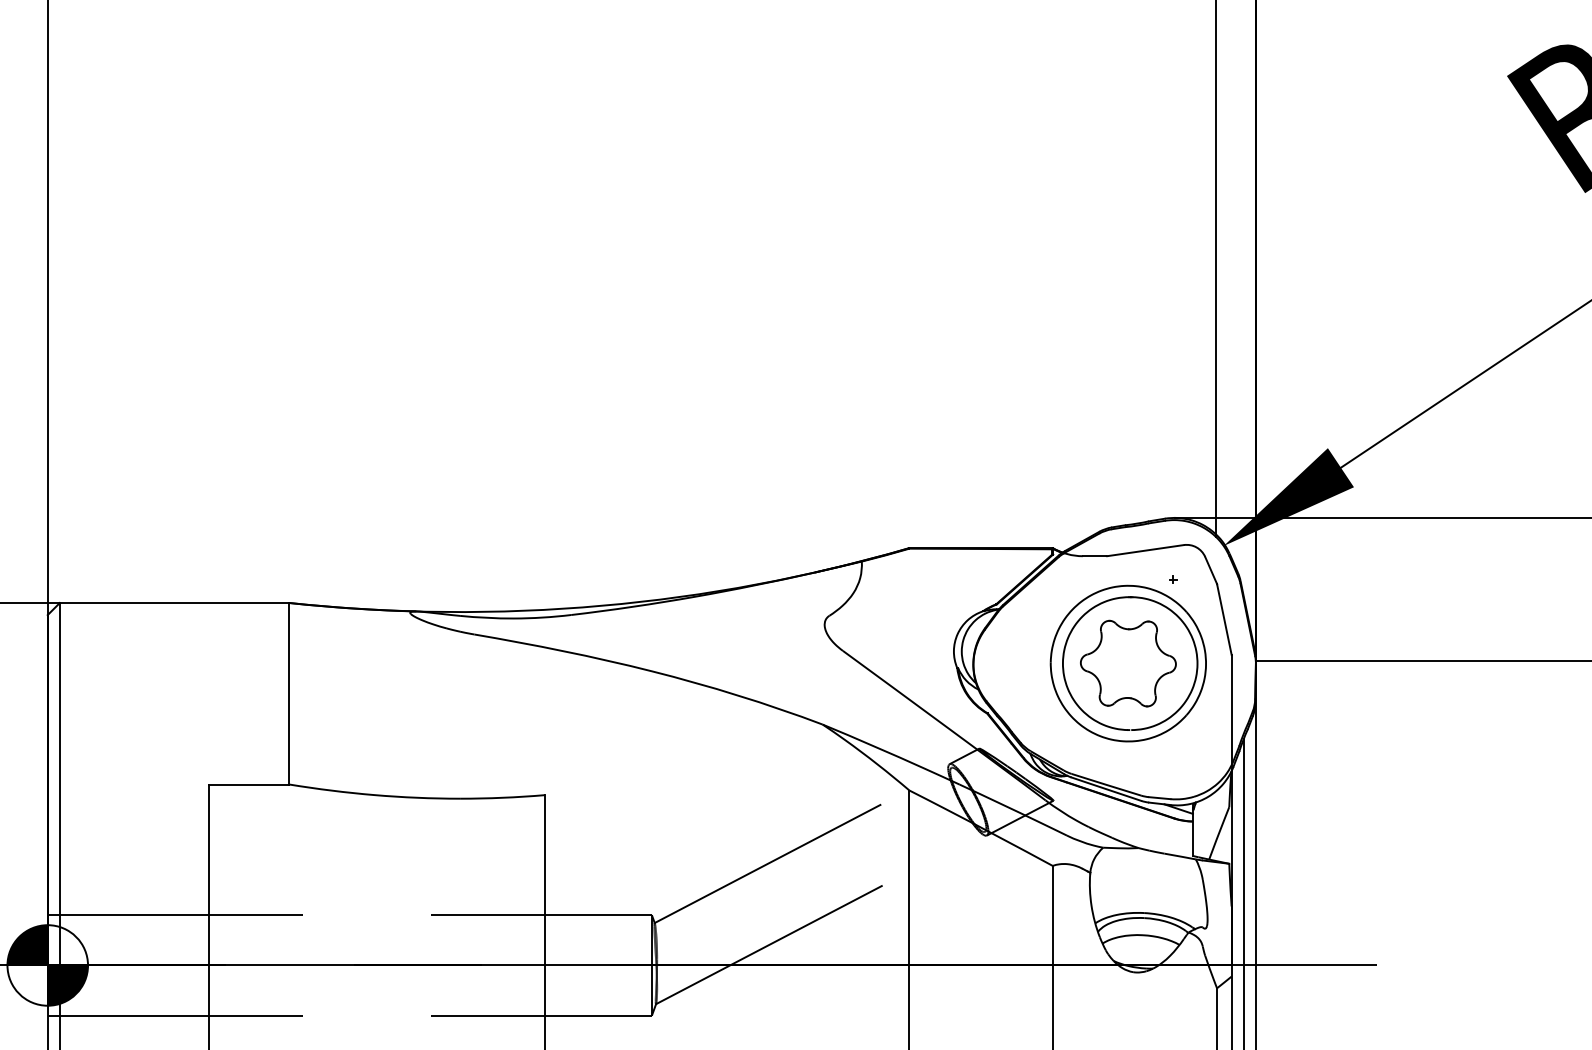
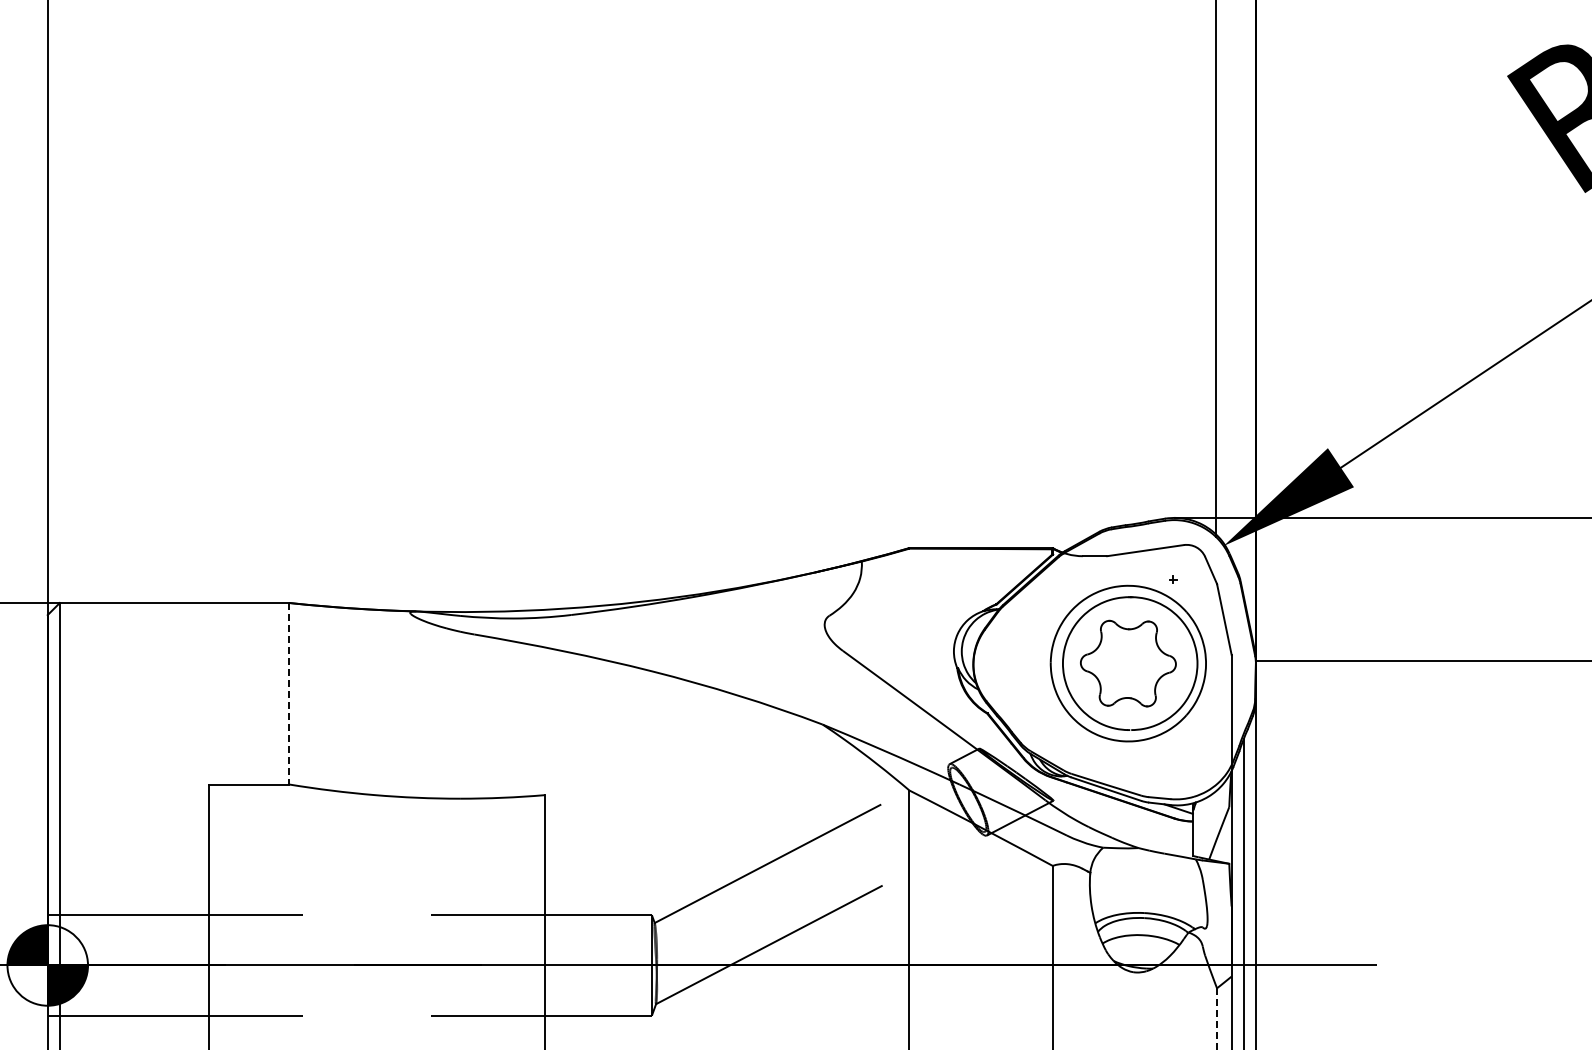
line at (289, 693): solid -> dashed
line at (1217, 1019): solid -> dashed
